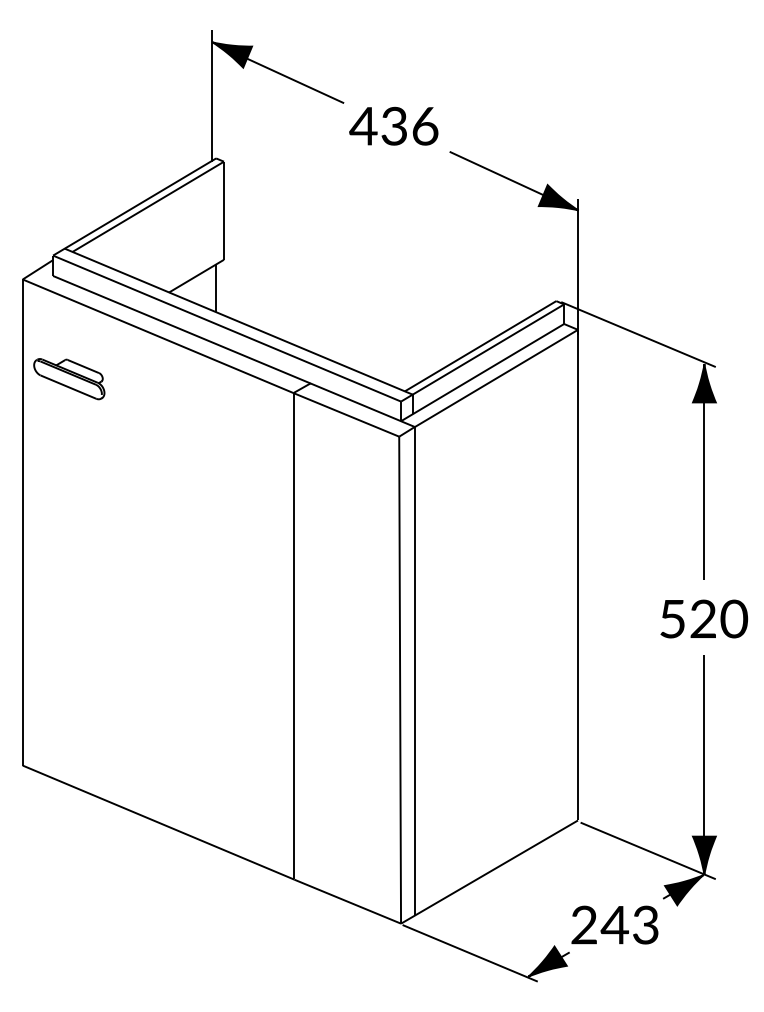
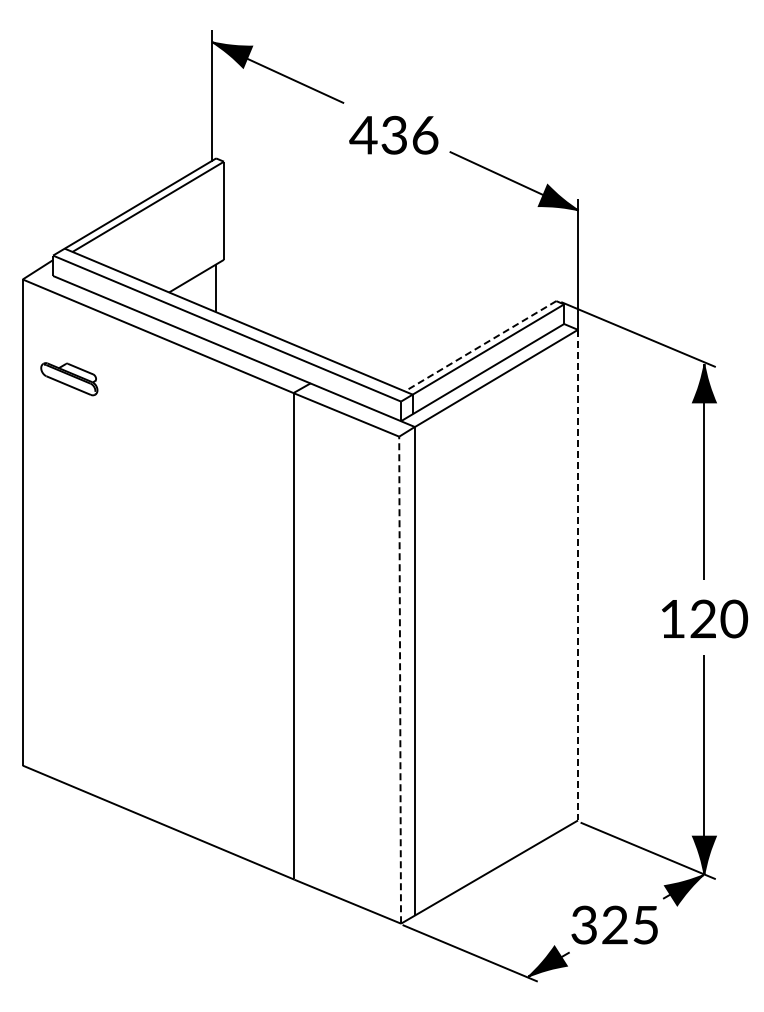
text at (393, 125) position: (393, 125) -> (393, 134)
line at (480, 346): solid -> dashed
part at (69, 379) size: 73x43 px -> 59x35 px
line at (578, 575): solid -> dashed
text at (672, 619): 520 -> 120
line at (400, 679): solid -> dashed
text at (614, 924): 243 -> 325
